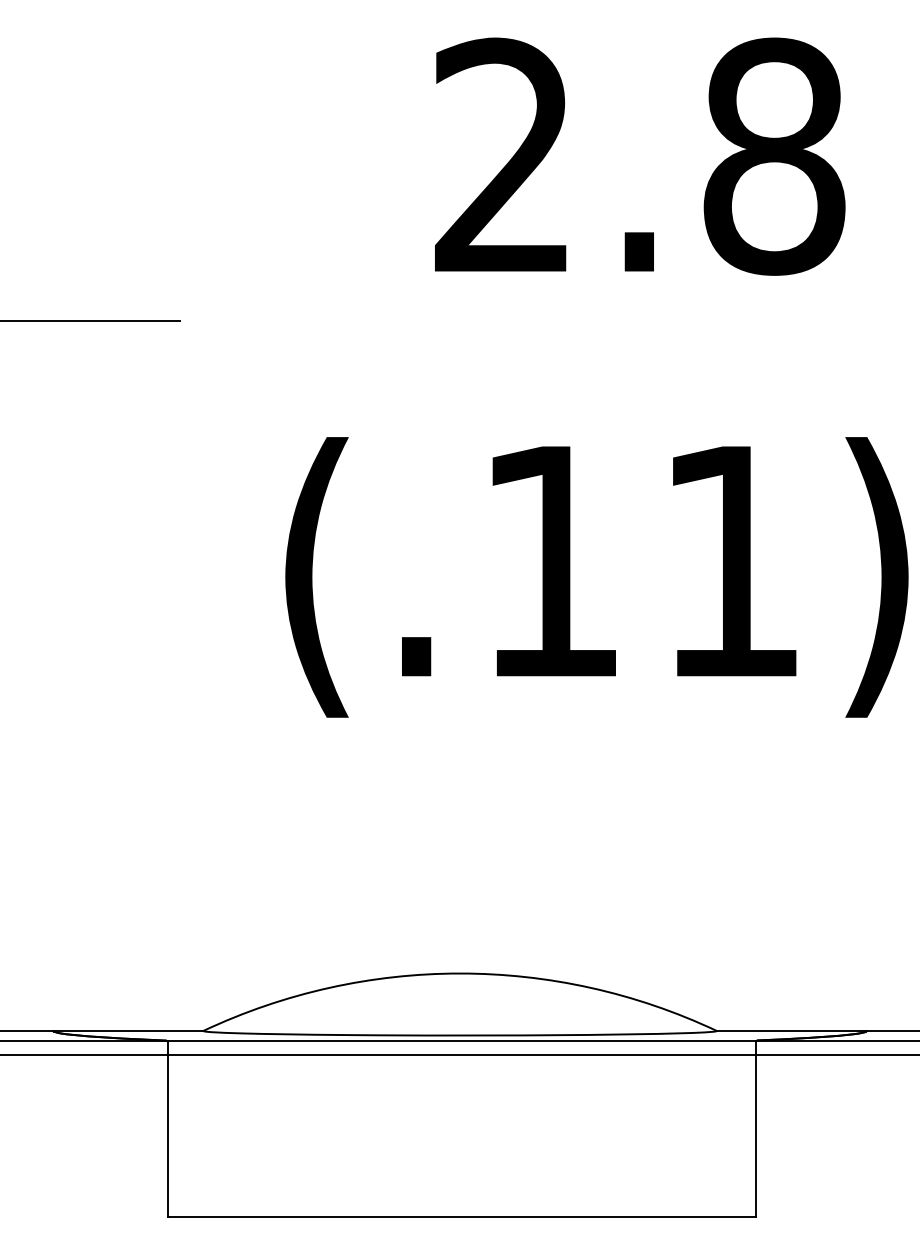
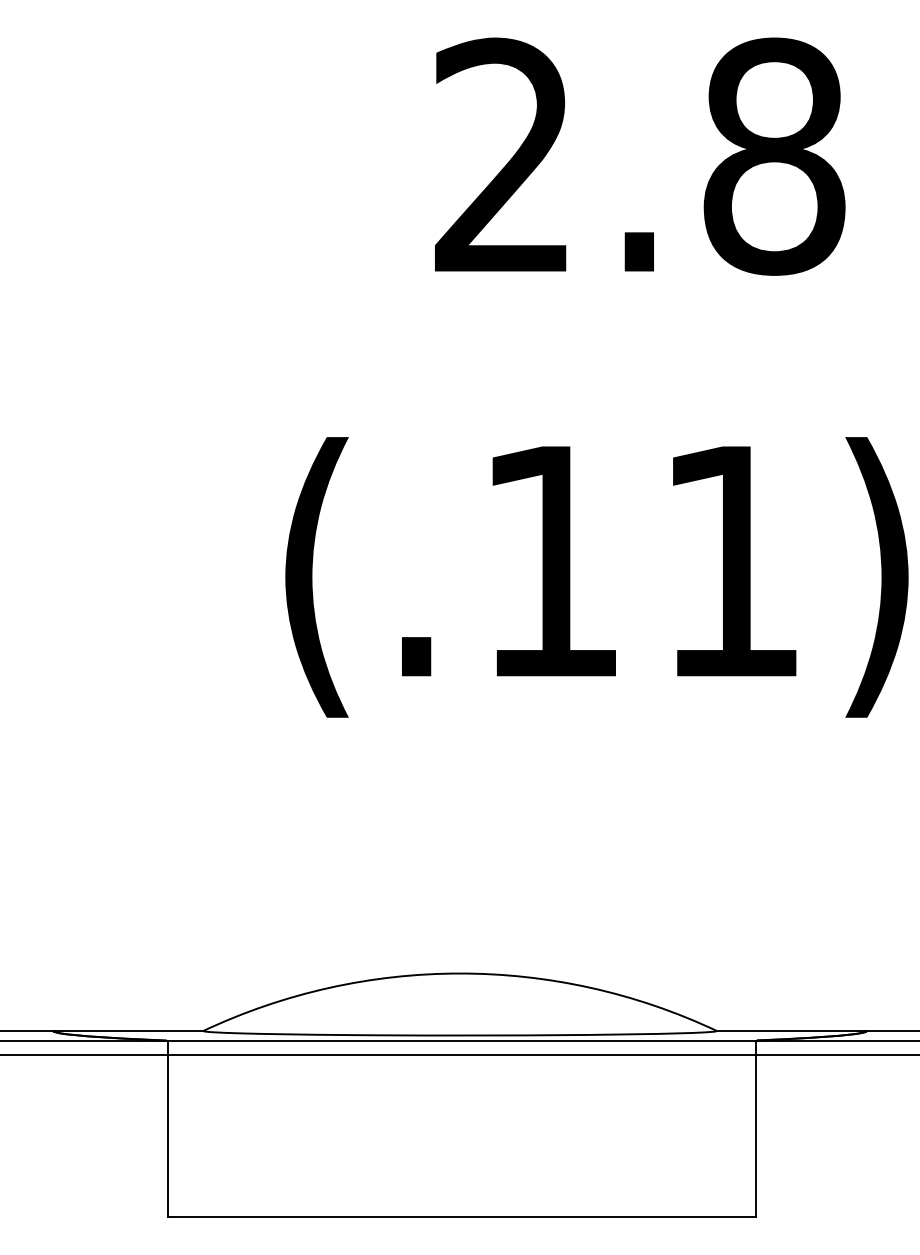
line at (91, 320): present -> none
